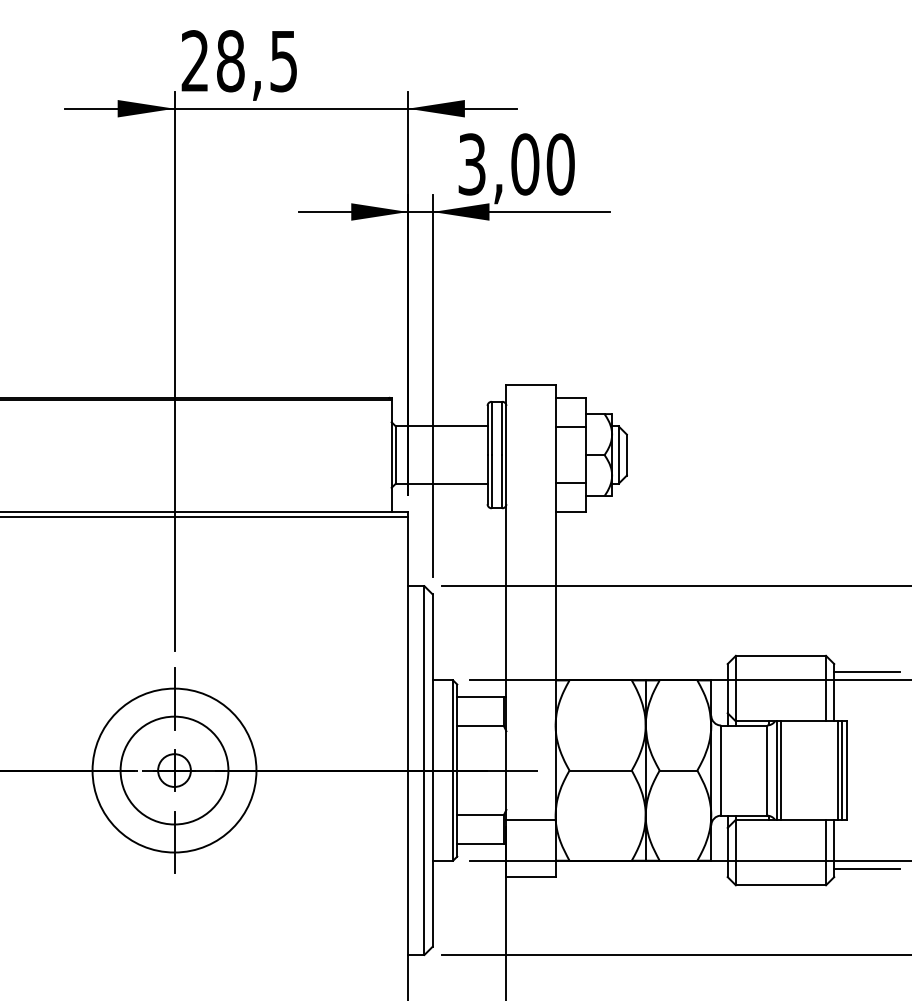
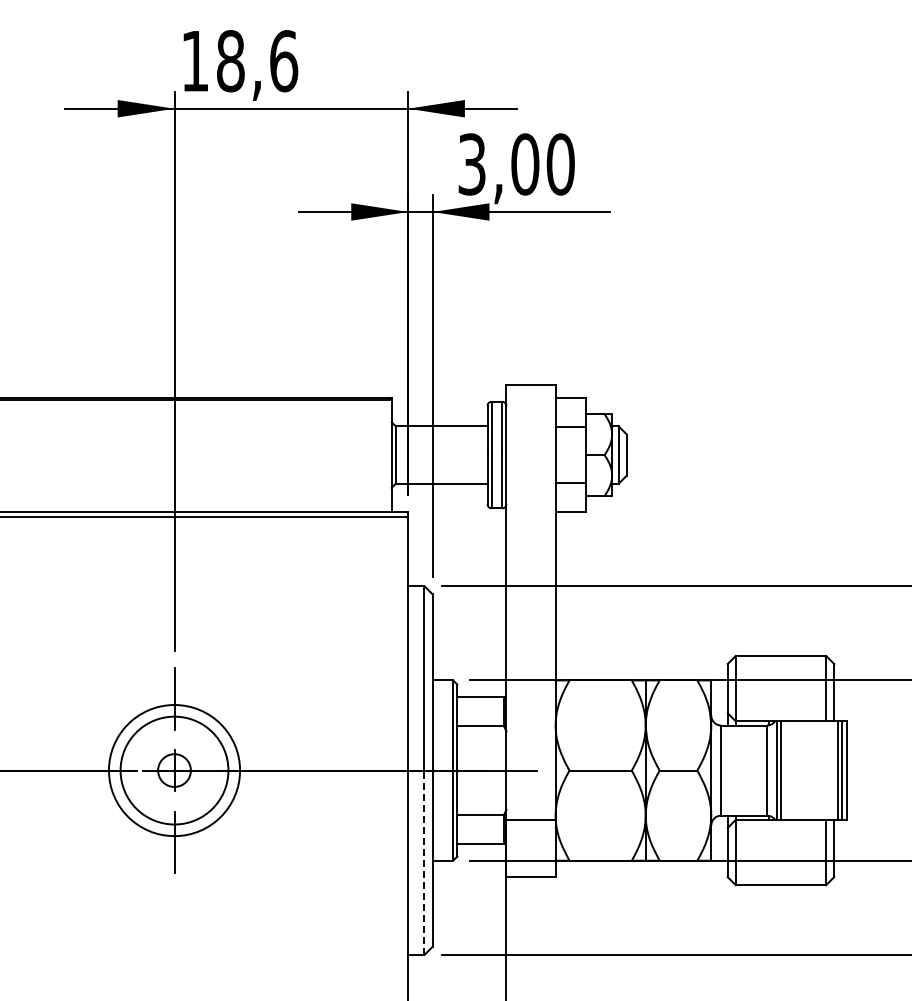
text at (239, 61): 28,5 -> 18,6
line at (866, 672): present -> none
circle at (174, 770) diameter: 164 px -> 131 px
line at (424, 862): solid -> dashed
line at (866, 868): present -> none
